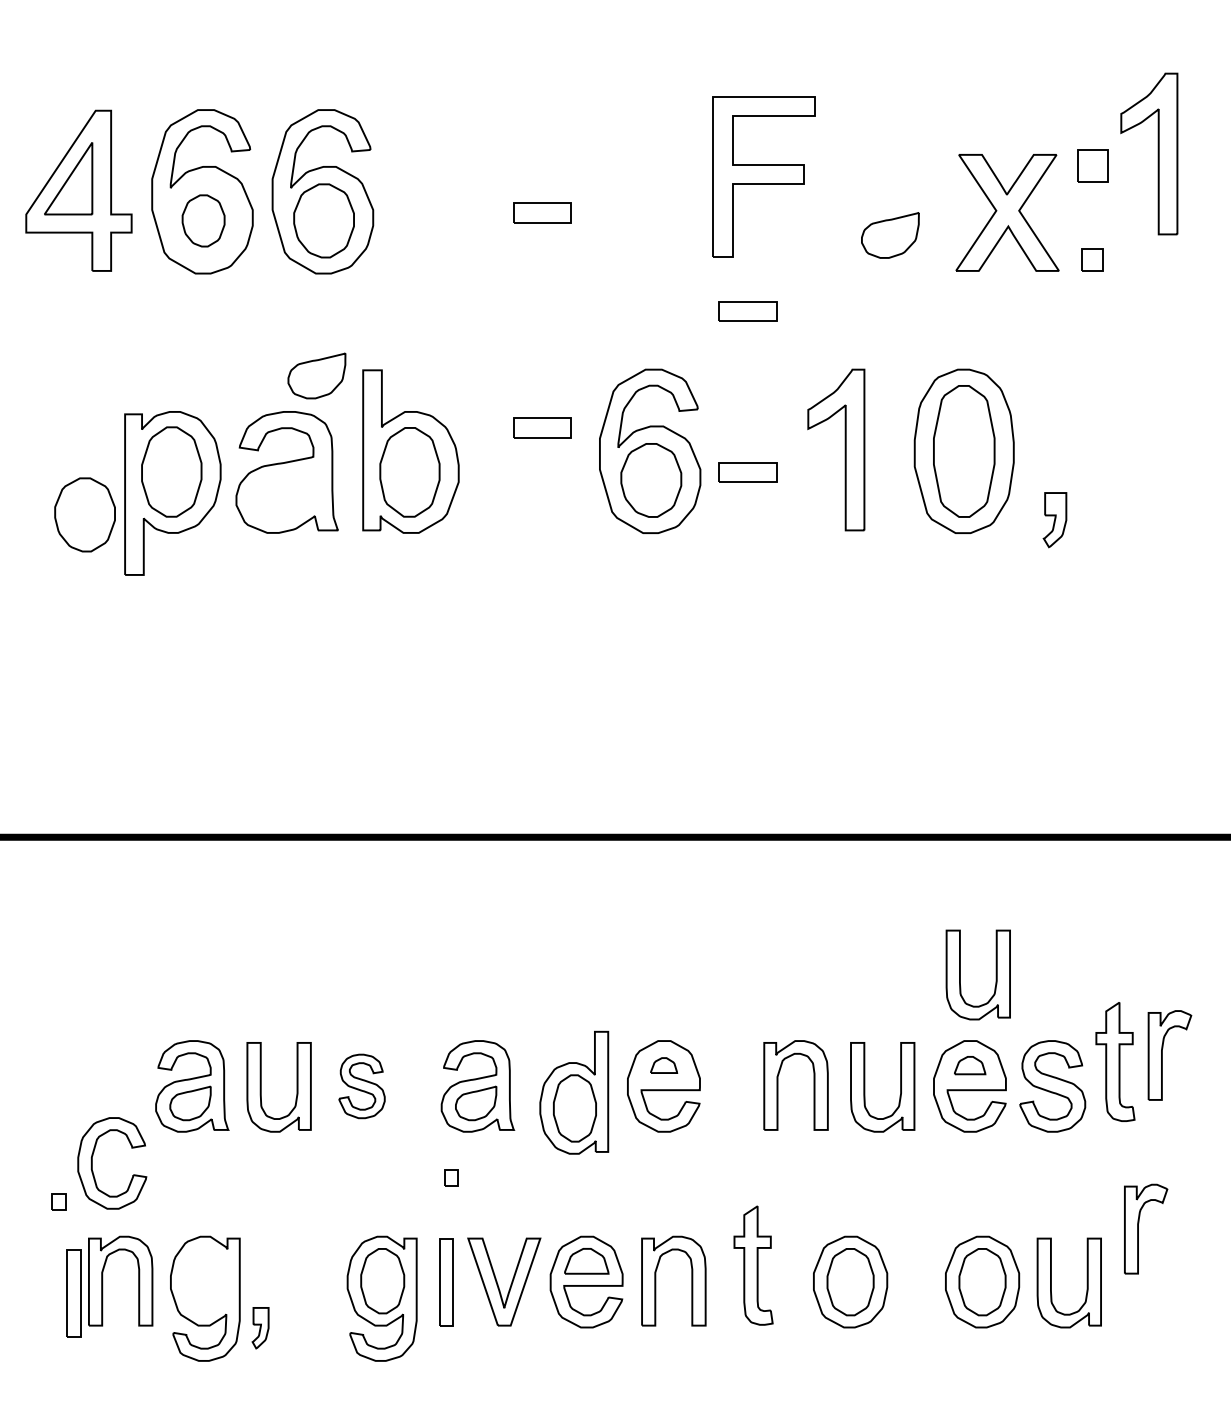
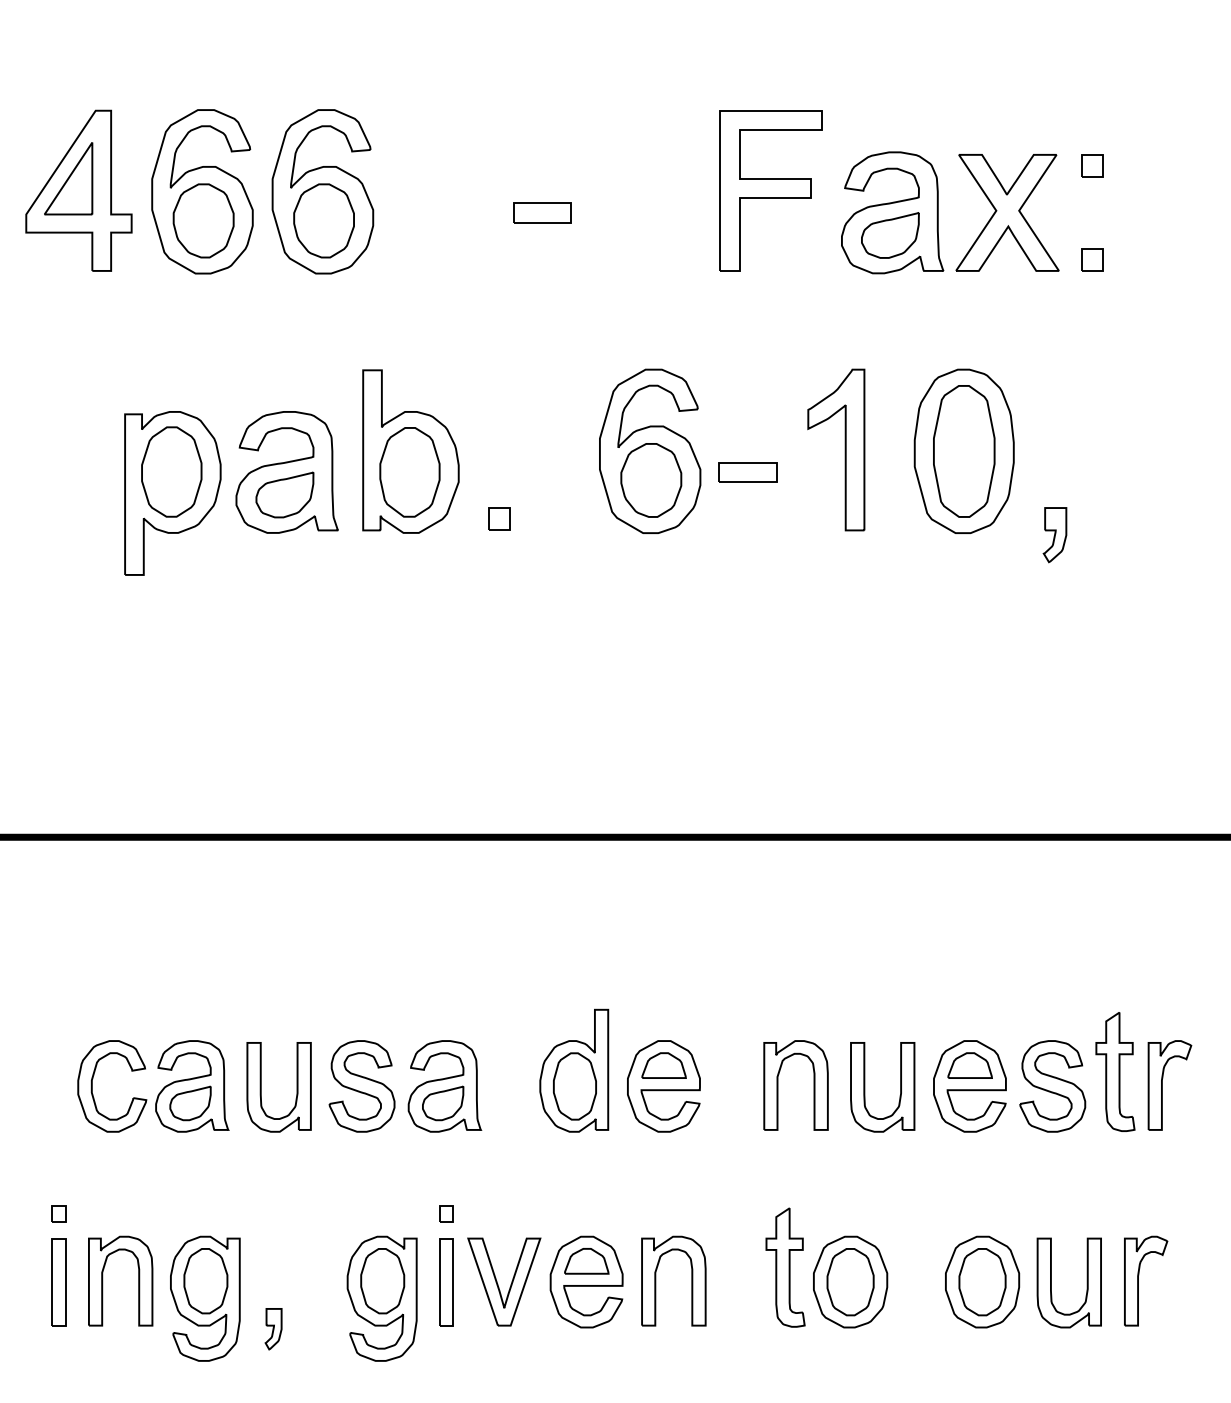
part at (1157, 153): present -> none
part at (1092, 165) size: 32x34 px -> 23x24 px
part at (763, 176) position: (763, 176) -> (770, 190)
part at (892, 212): none -> present
part at (203, 220) size: 45x54 px -> 63x76 px
part at (747, 311): present -> none
part at (316, 375) position: (316, 375) -> (284, 494)
part at (542, 427): present -> none
part at (84, 514): present -> none
part at (499, 518): none -> present
part at (1054, 520) position: (1054, 520) -> (1054, 535)
part at (960, 974): present -> none
part at (1162, 1055) position: (1162, 1055) -> (1162, 1085)
part at (1115, 1061) position: (1115, 1061) -> (1115, 1071)
part at (664, 1065) size: 29x17 px -> 46x27 px
part at (970, 1065) size: 33x20 px -> 46x27 px
part at (361, 1086) size: 48x67 px -> 68x93 px
part at (477, 1086) position: (477, 1086) -> (444, 1086)
part at (574, 1092) position: (574, 1092) -> (574, 1070)
part at (92, 1163) position: (92, 1163) -> (92, 1086)
part at (451, 1177) position: (451, 1177) -> (446, 1213)
part at (58, 1201) position: (58, 1201) -> (58, 1213)
part at (1138, 1228) position: (1138, 1228) -> (1138, 1280)
part at (753, 1265) position: (753, 1265) -> (785, 1267)
part at (205, 1281): none -> present
part at (73, 1293) position: (73, 1293) -> (58, 1282)
part at (260, 1328) position: (260, 1328) -> (273, 1329)
